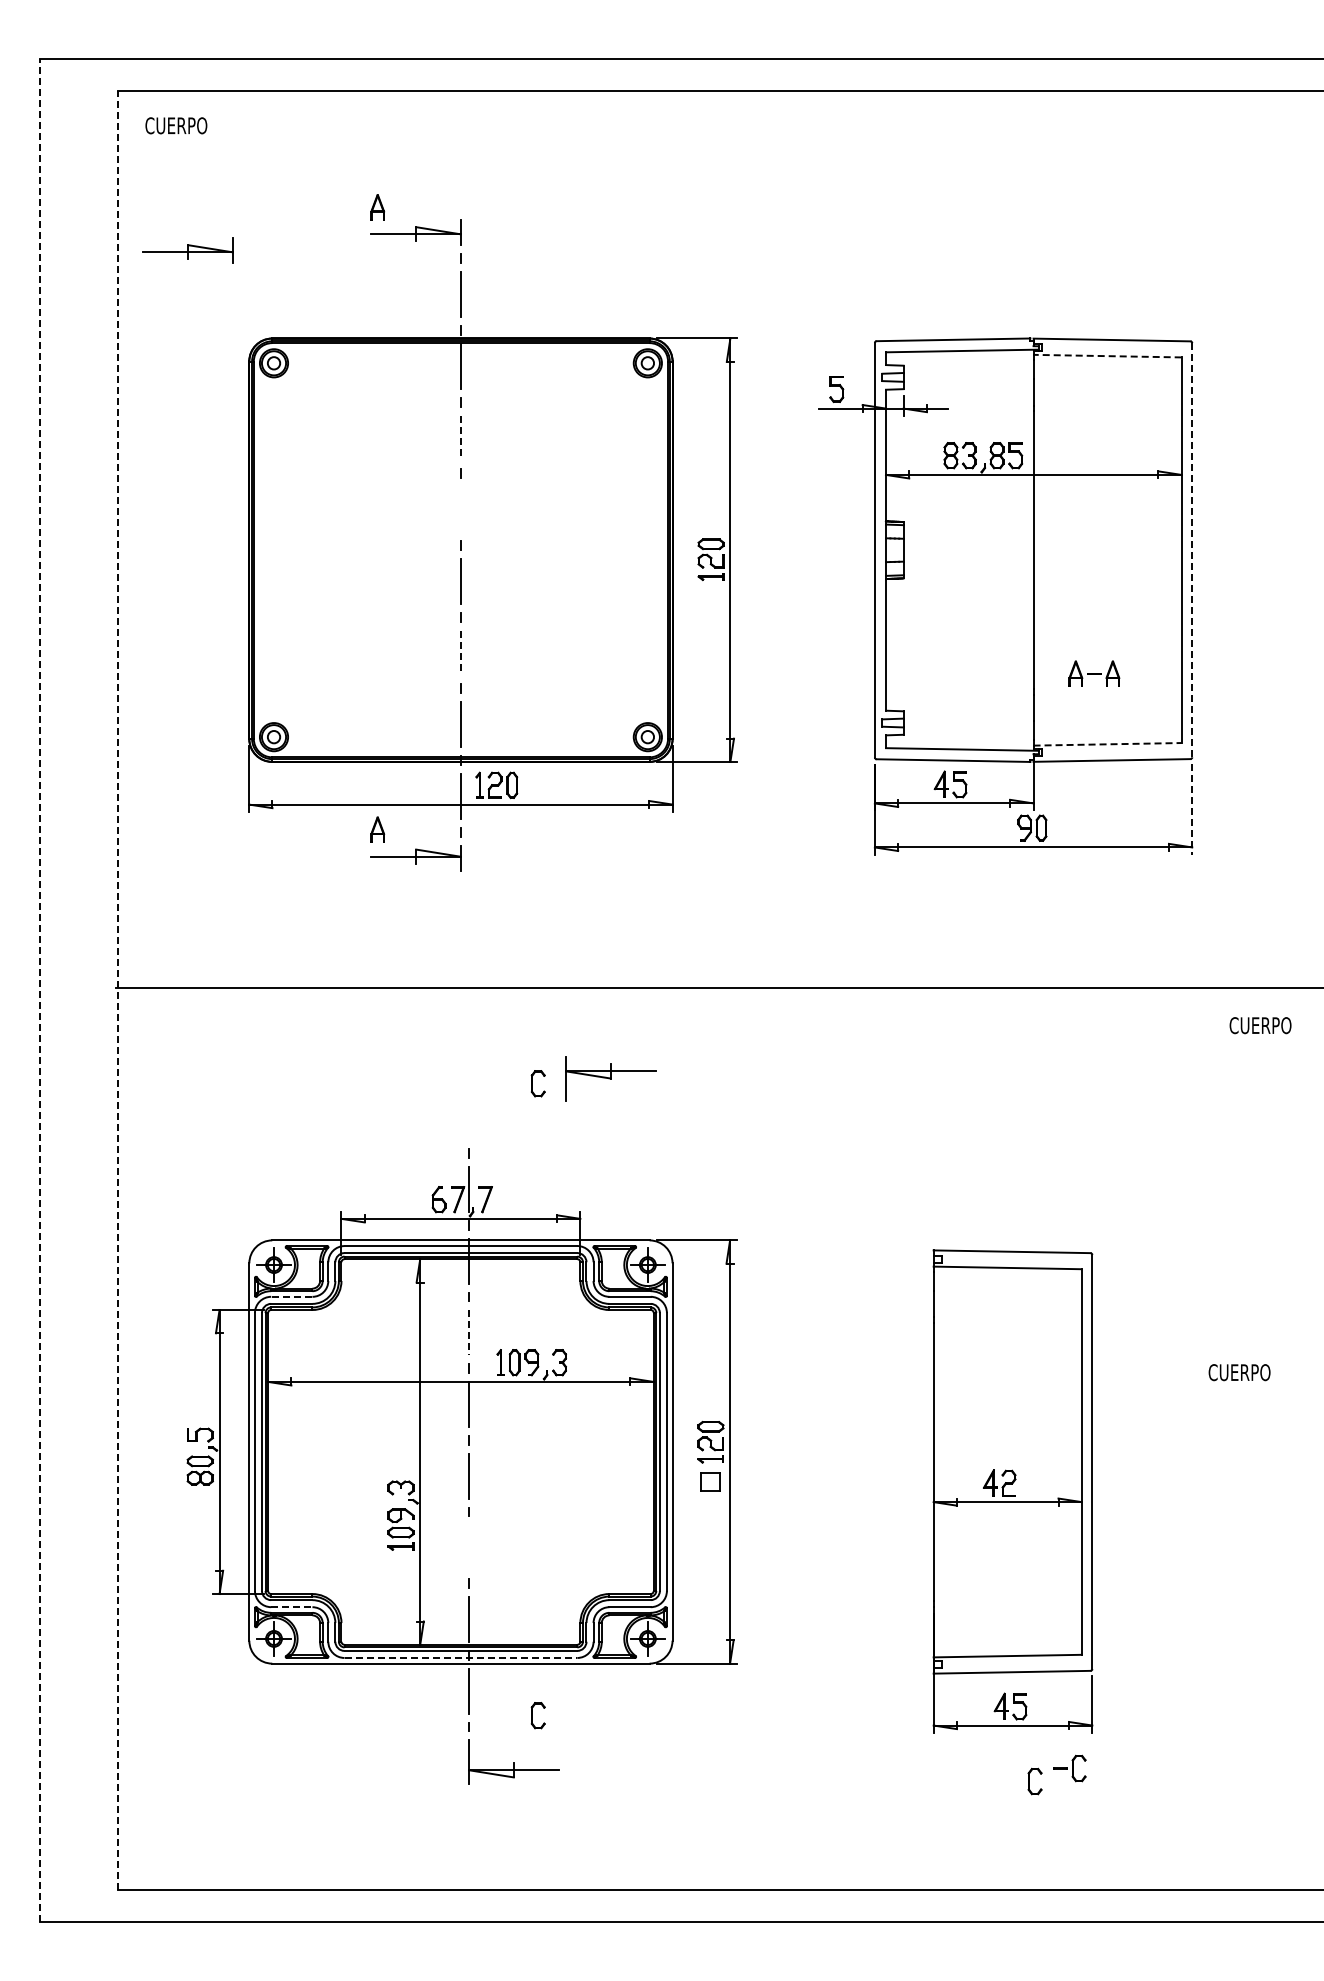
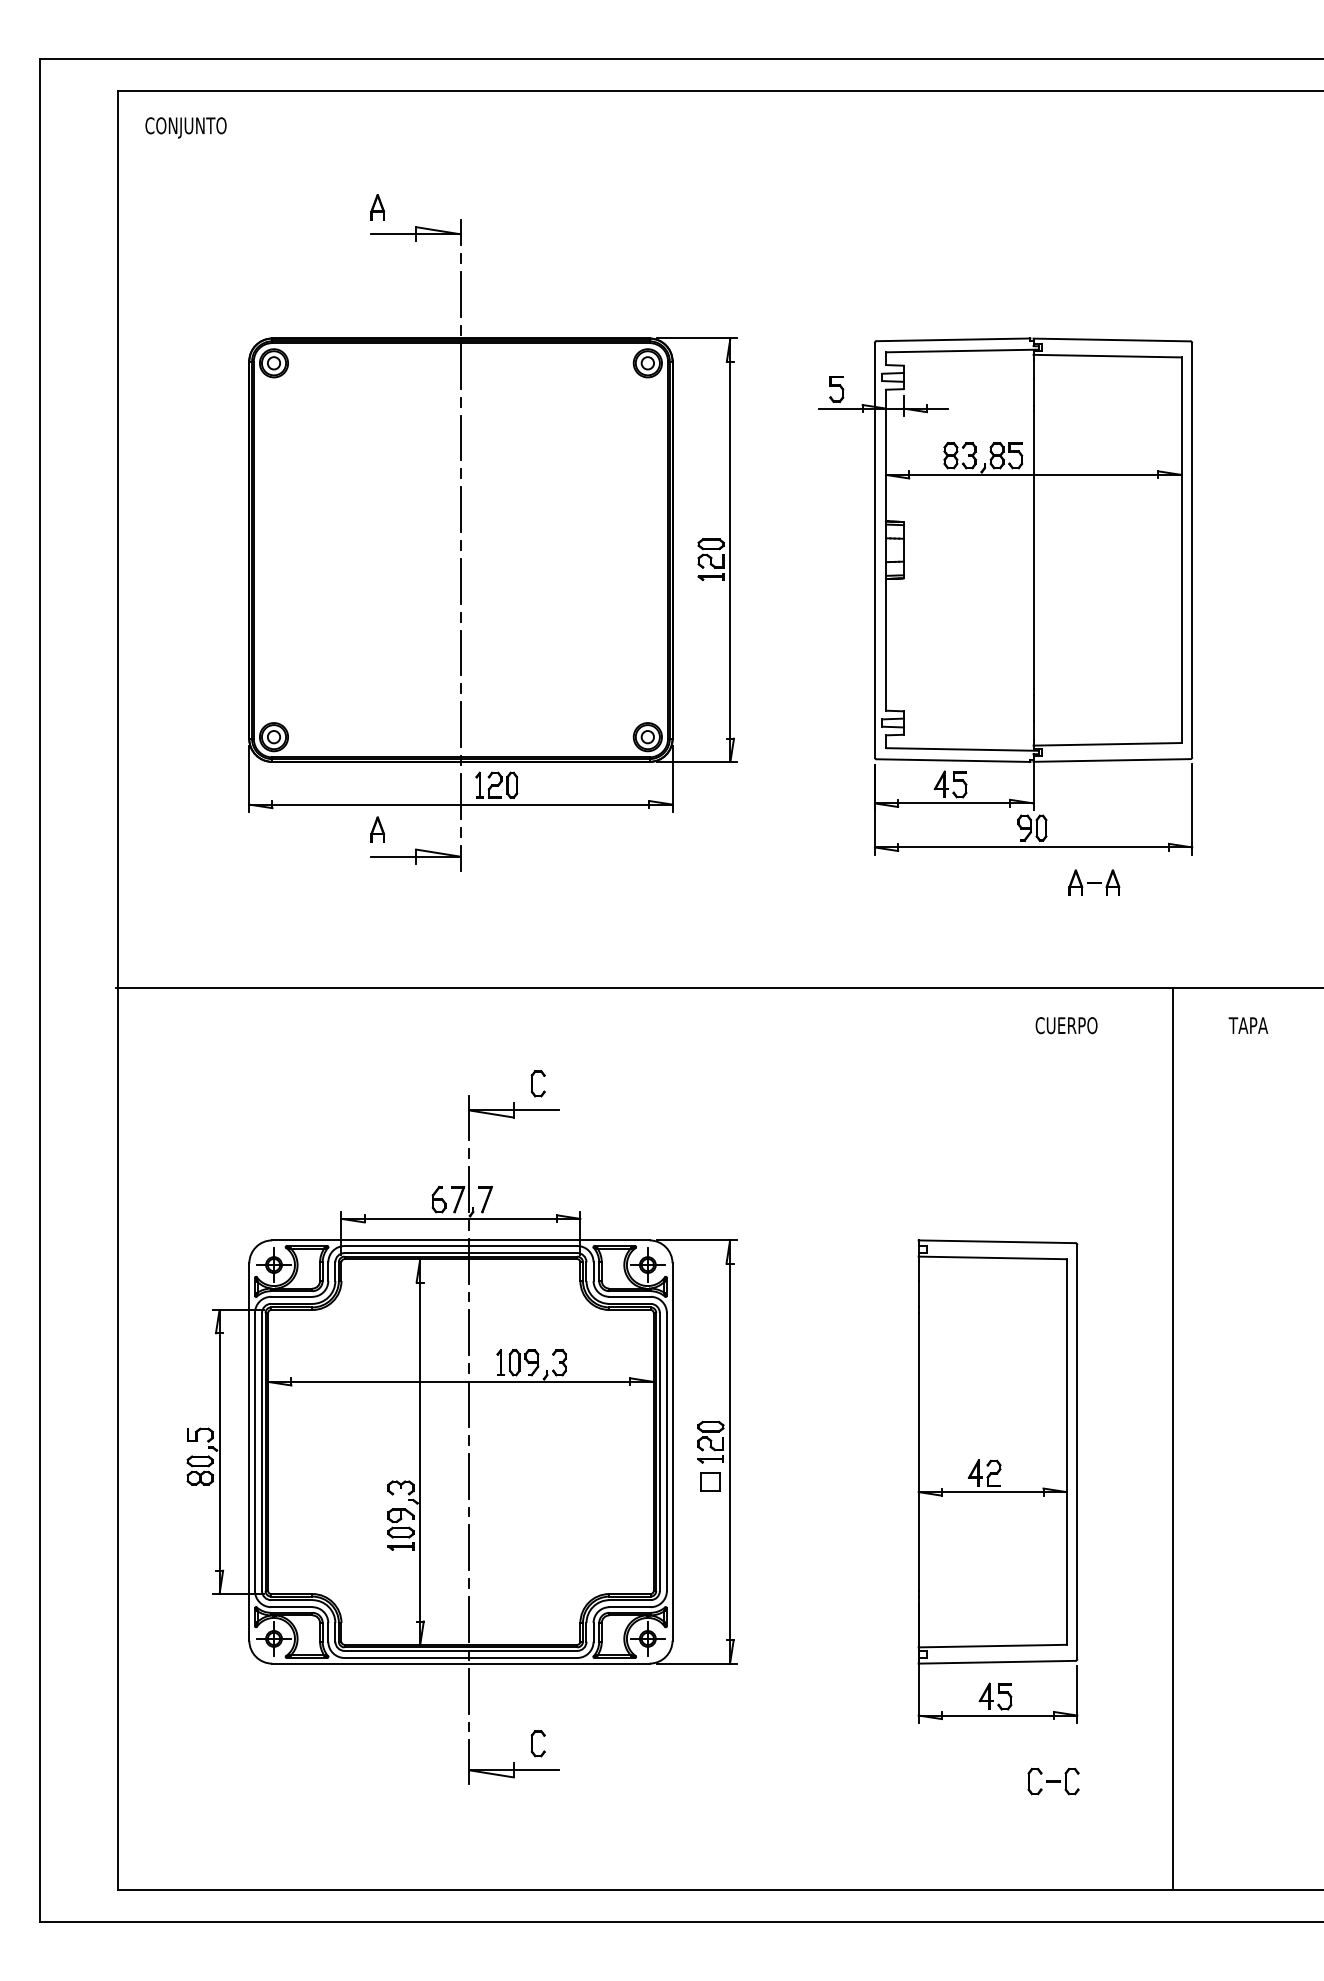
text at (191, 127): CUERPO -> CONJUNTO
part at (187, 250): present -> none
line at (1107, 356): dashed -> solid
line at (460, 438): dashed -> solid
line at (460, 509): none -> present
line at (1192, 550): dashed -> solid
line at (460, 653): dashed -> solid
part at (1094, 673) position: (1094, 673) -> (1094, 882)
line at (1108, 744): dashed -> solid
line at (1192, 809): dashed -> solid
line at (39, 990): dashed -> solid
line at (118, 990): dashed -> solid
text at (1259, 1025): CUERPO -> TAPA
part at (610, 1078) position: (610, 1078) -> (513, 1117)
line at (291, 1296): dashed -> solid
line at (469, 1333): dashed -> solid
text at (1239, 1372) position: (1239, 1372) -> (1066, 1025)
line at (1172, 1438): none -> present
part at (1012, 1491) position: (1012, 1491) -> (997, 1481)
line at (468, 1547): none -> present
line at (291, 1607): dashed -> solid
line at (461, 1657): dashed -> solid
part at (537, 1715) position: (537, 1715) -> (537, 1743)
part at (1069, 1768) position: (1069, 1768) -> (1062, 1781)
